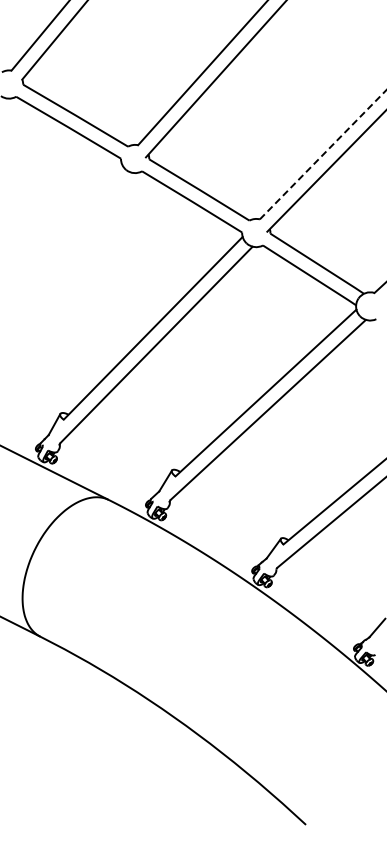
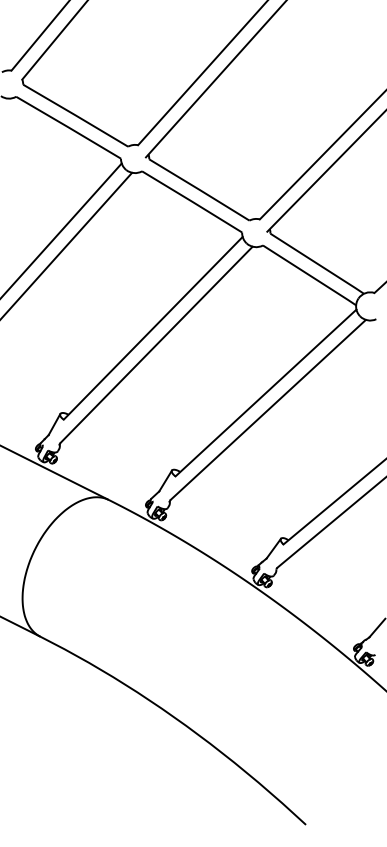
line at (323, 154): dashed -> solid
line at (61, 229): none -> present
line at (67, 244): none -> present
